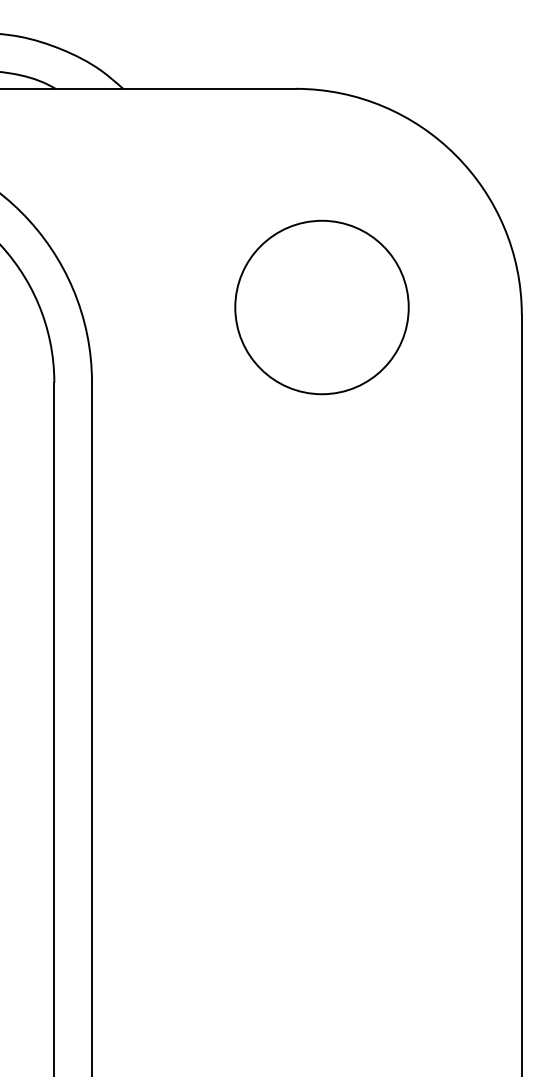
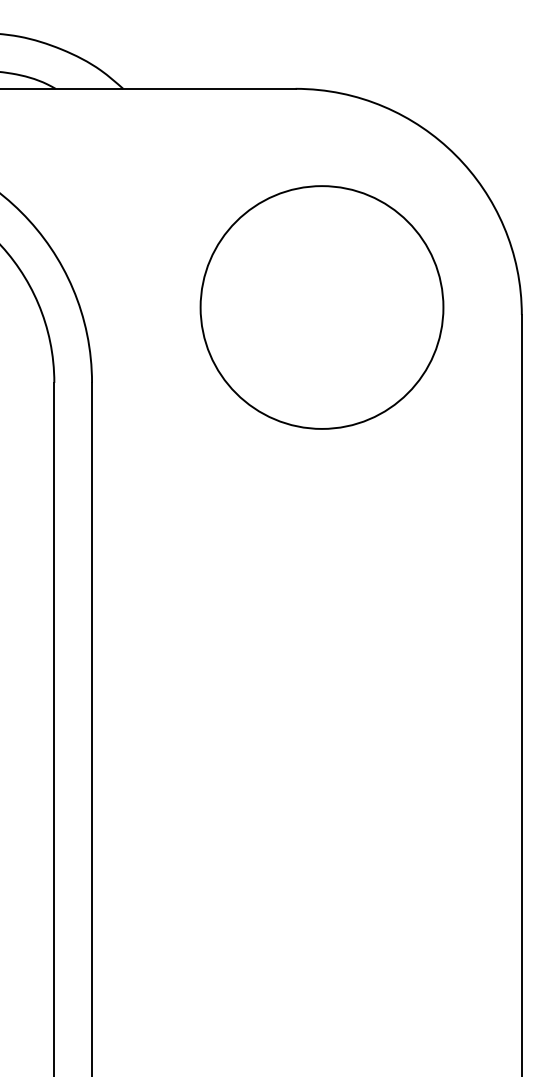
circle at (321, 307) size: 176x177 px -> 246x245 px
